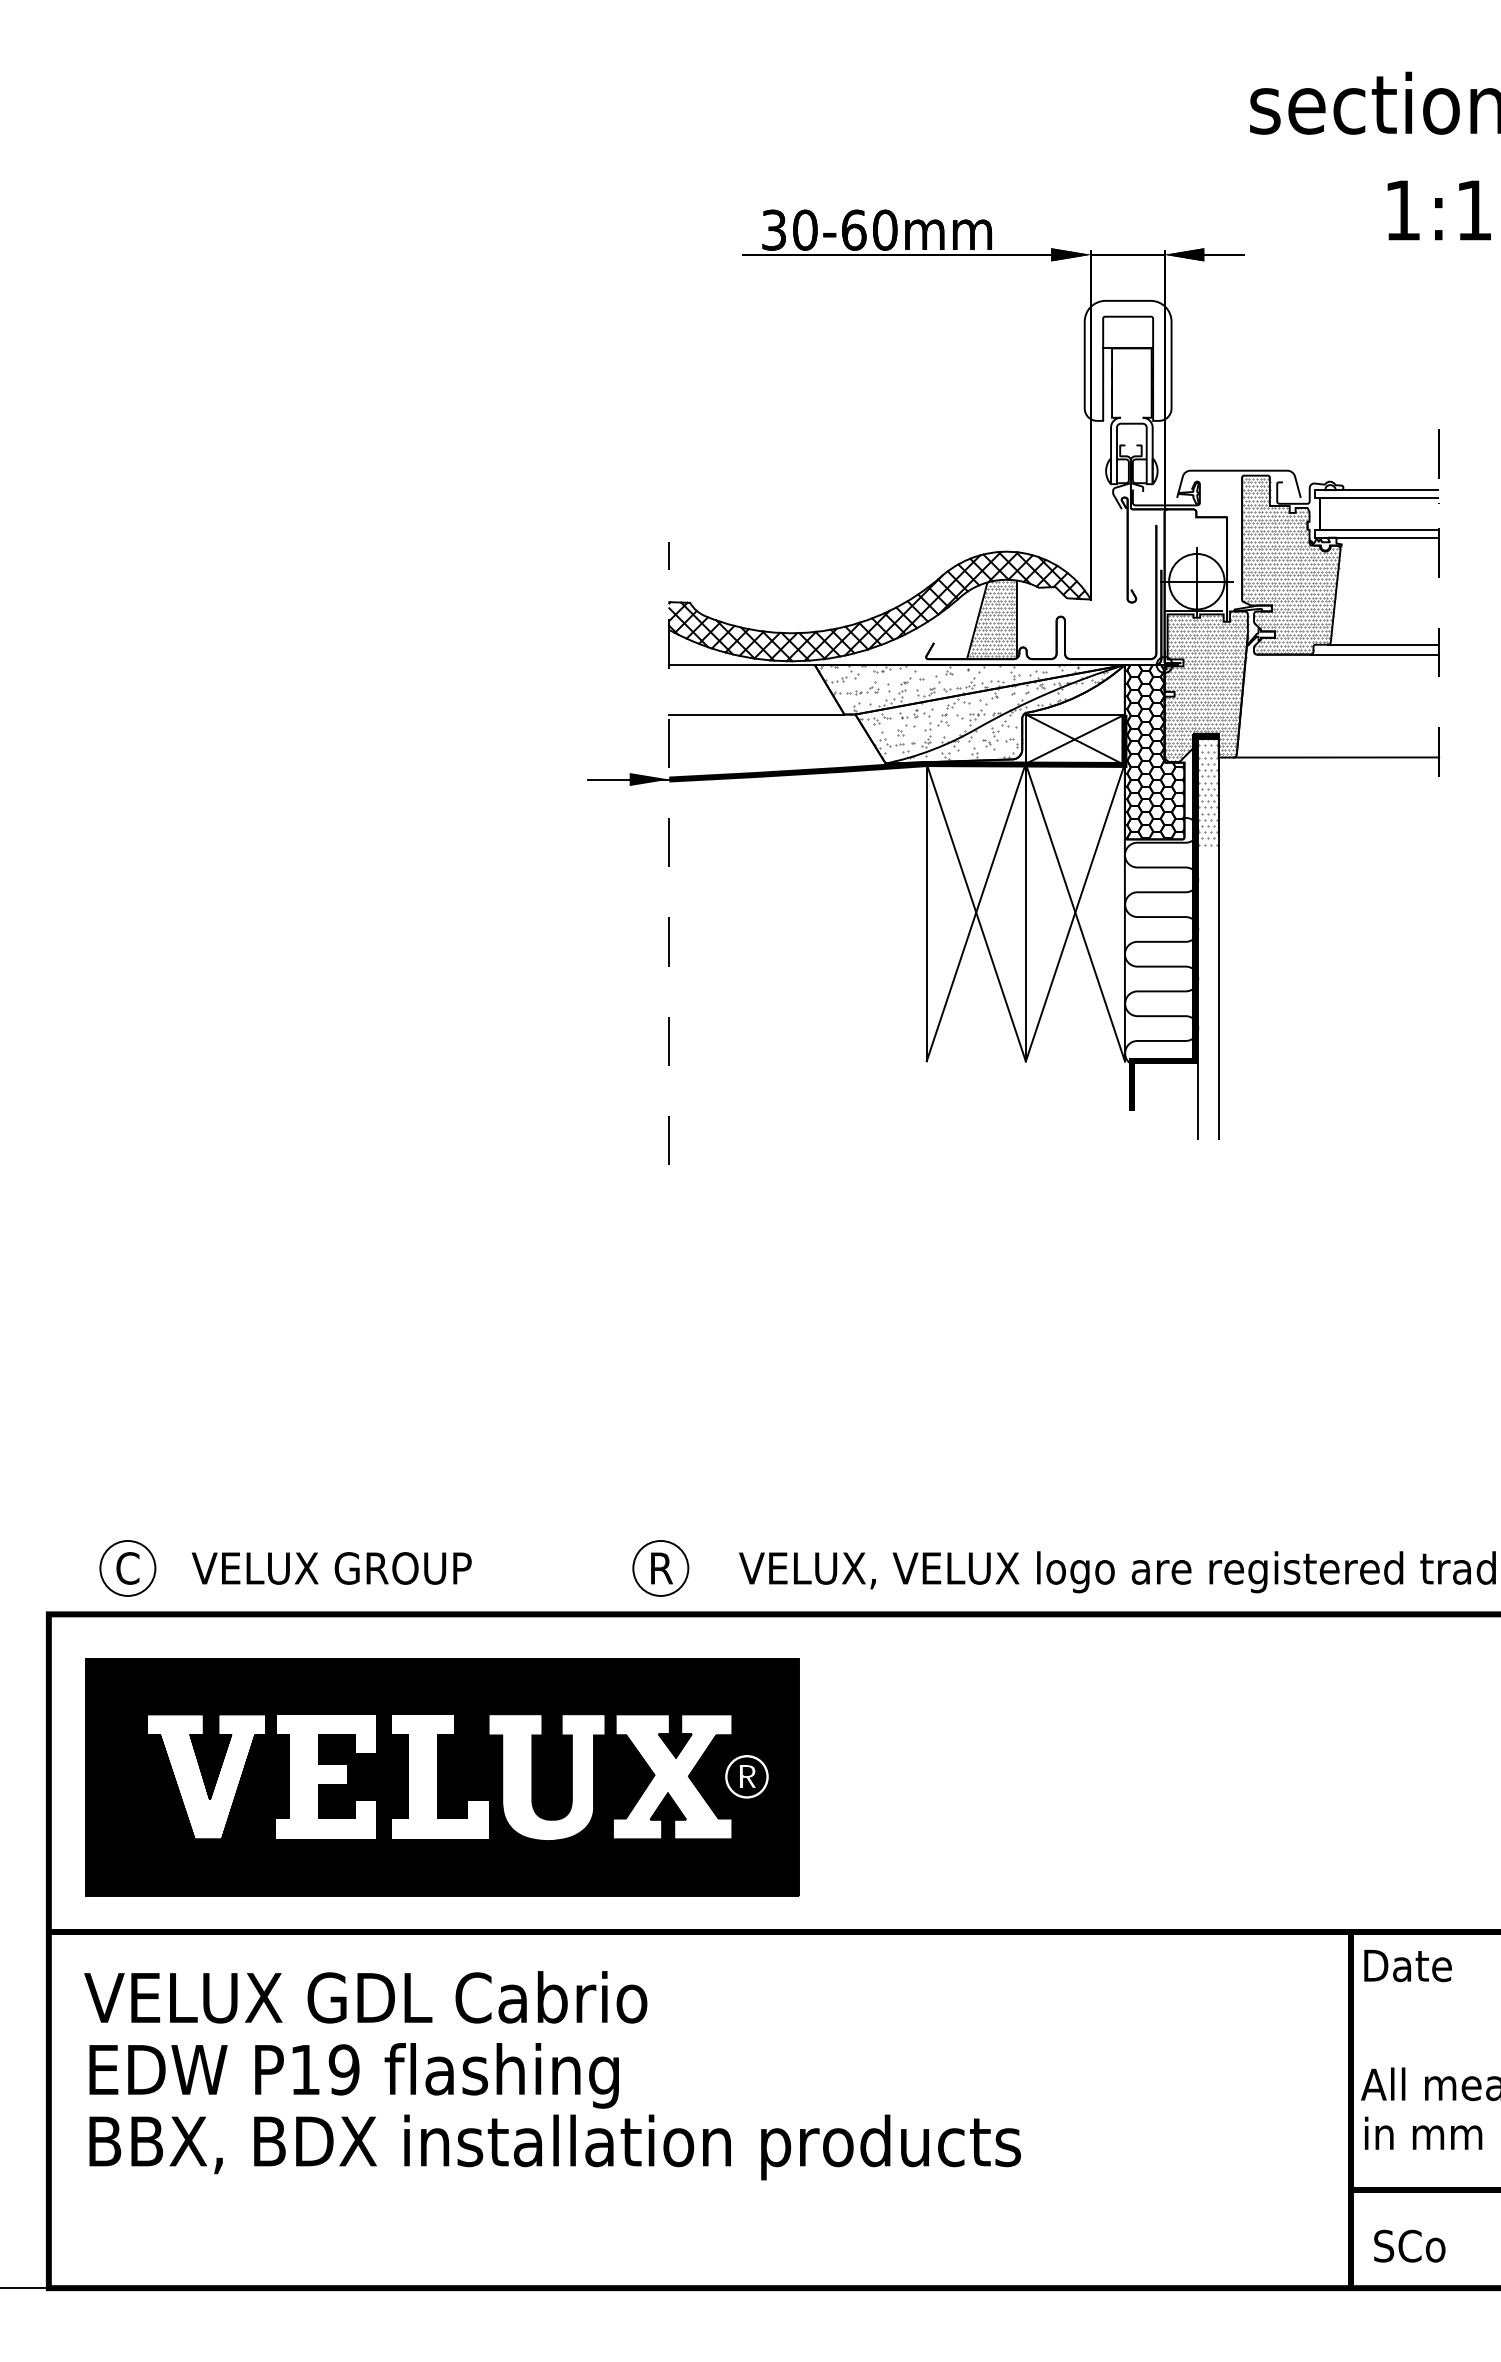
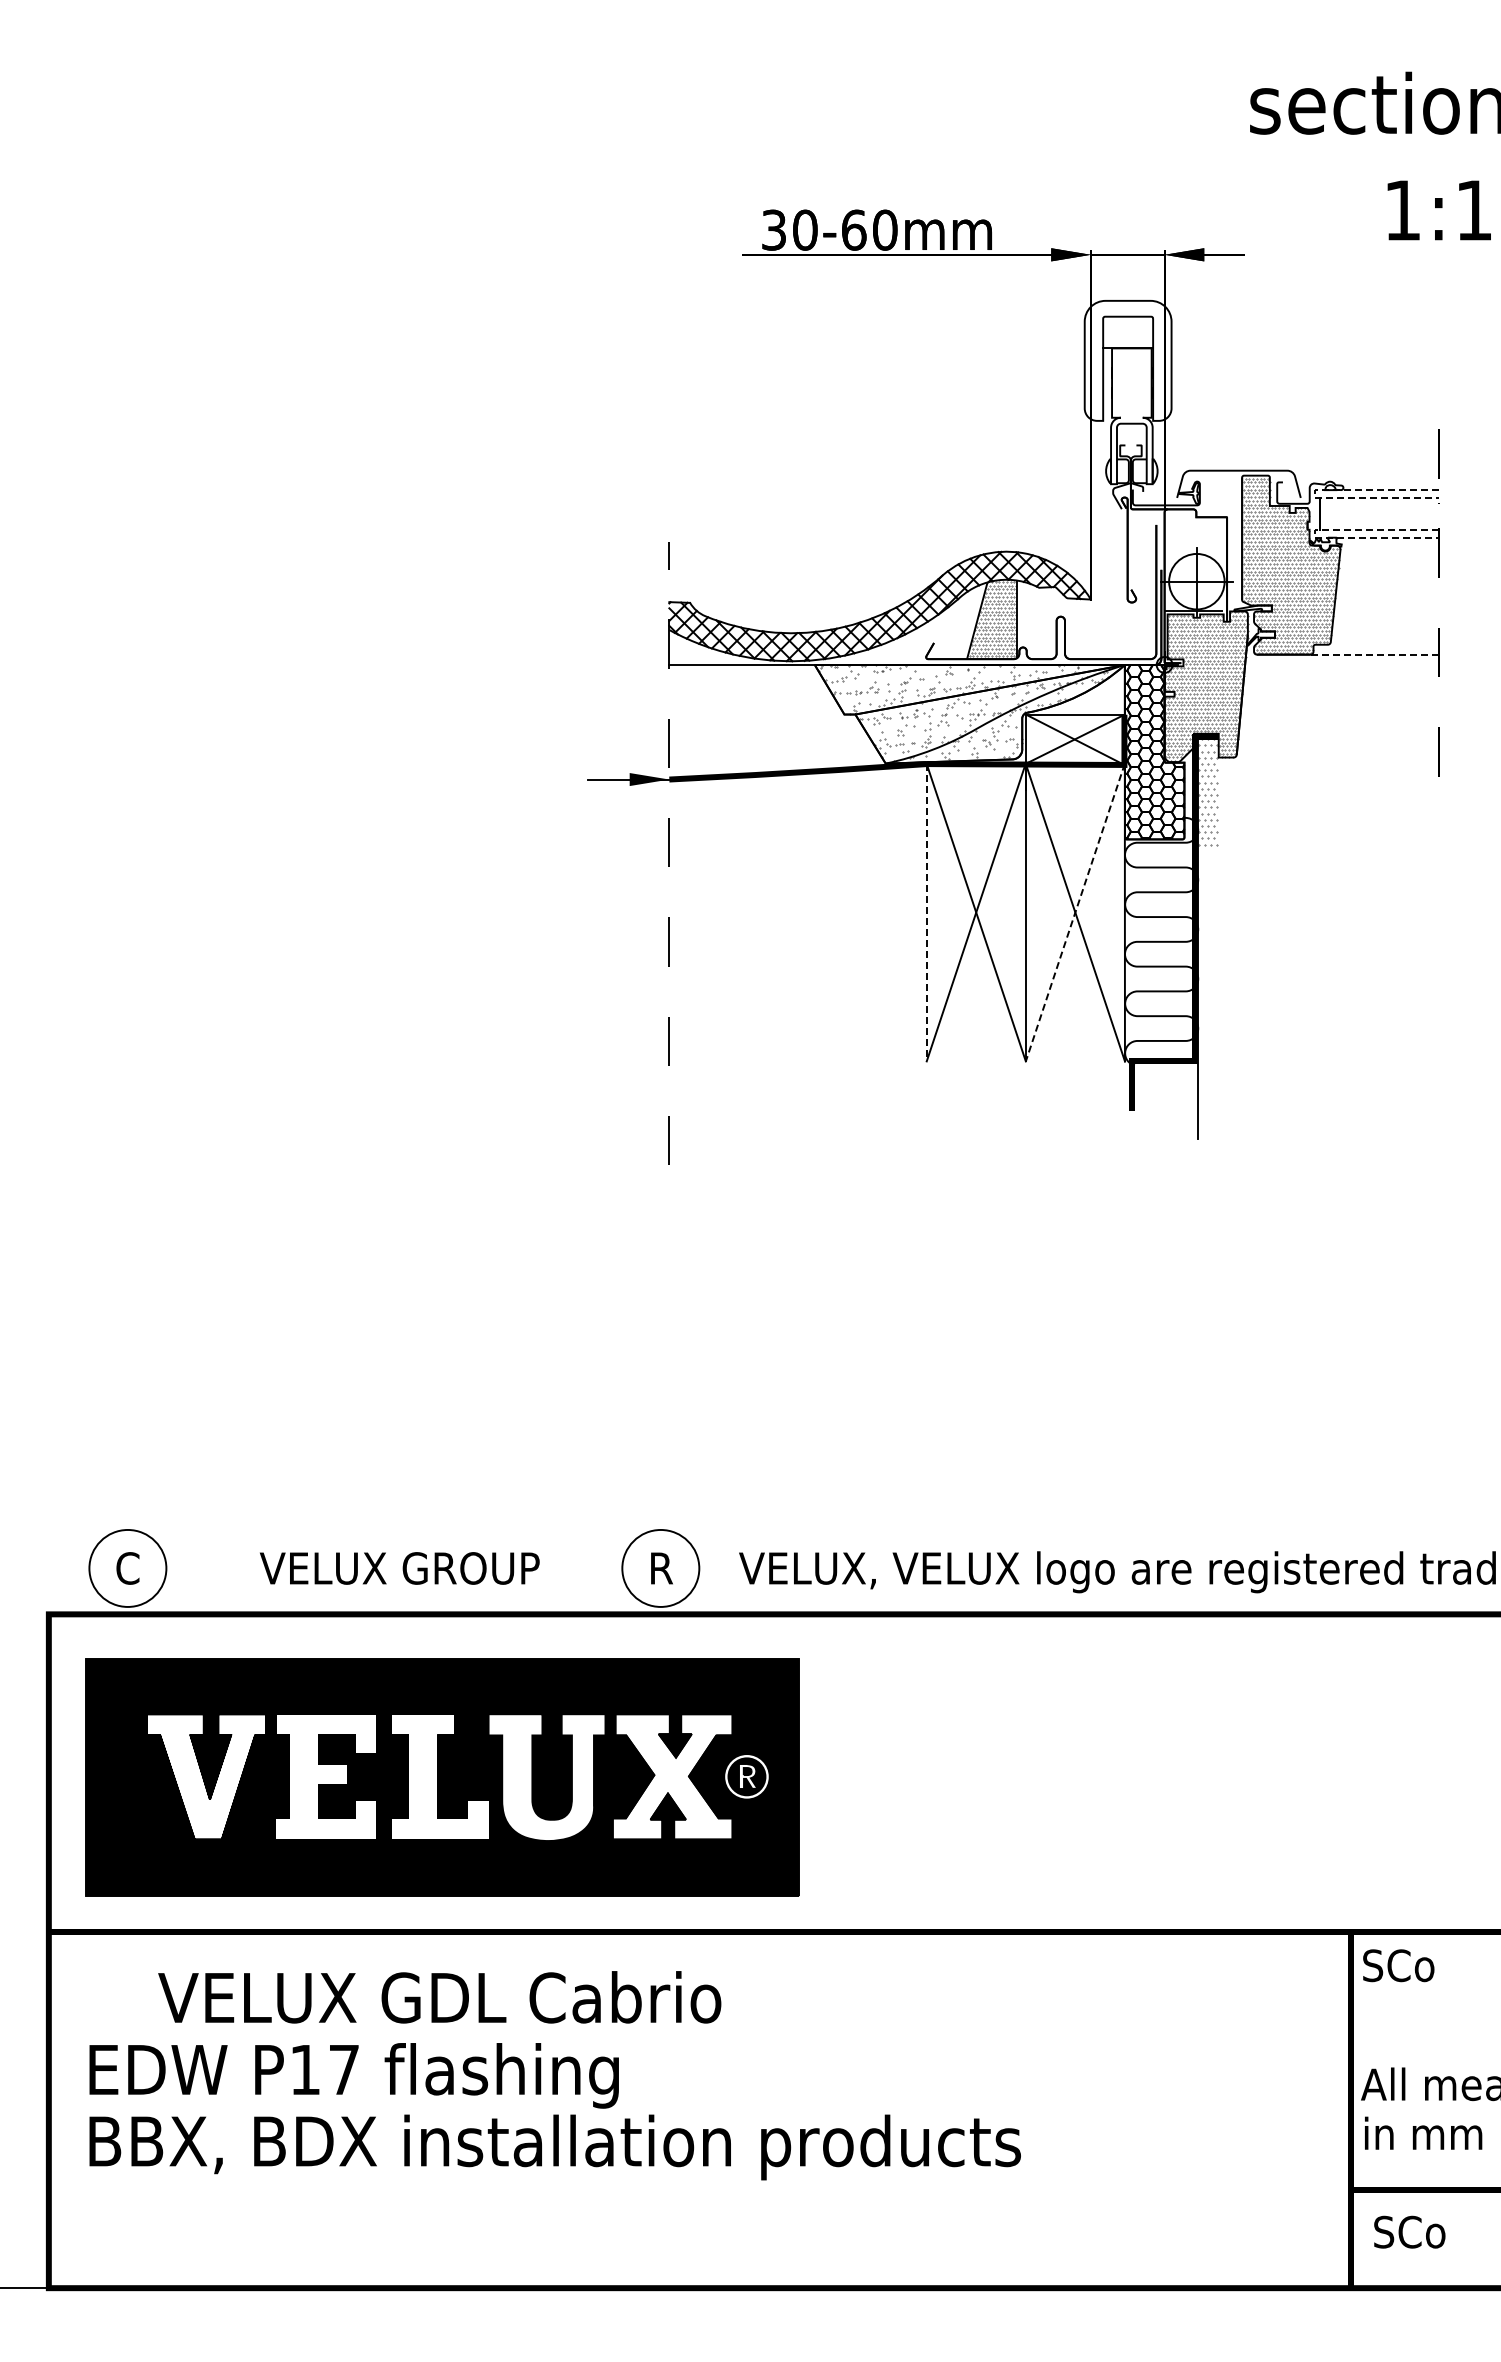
line at (1315, 494): solid -> dashed
line at (1315, 533): solid -> dashed
line at (1383, 644): present -> none
line at (1374, 654): solid -> dashed
line at (756, 714): present -> none
line at (1336, 757): present -> none
line at (926, 912): solid -> dashed
line at (1075, 912): solid -> dashed
line at (1218, 936): present -> none
circle at (127, 1567) diameter: 55 px -> 77 px
circle at (660, 1567) diameter: 55 px -> 77 px
text at (331, 1568) position: (331, 1568) -> (399, 1568)
text at (1407, 1965): Date -> SCo
text at (365, 1997) position: (365, 1997) -> (439, 1997)
text at (343, 2069): P19 -> P17
text at (1409, 2245) position: (1409, 2245) -> (1409, 2231)
